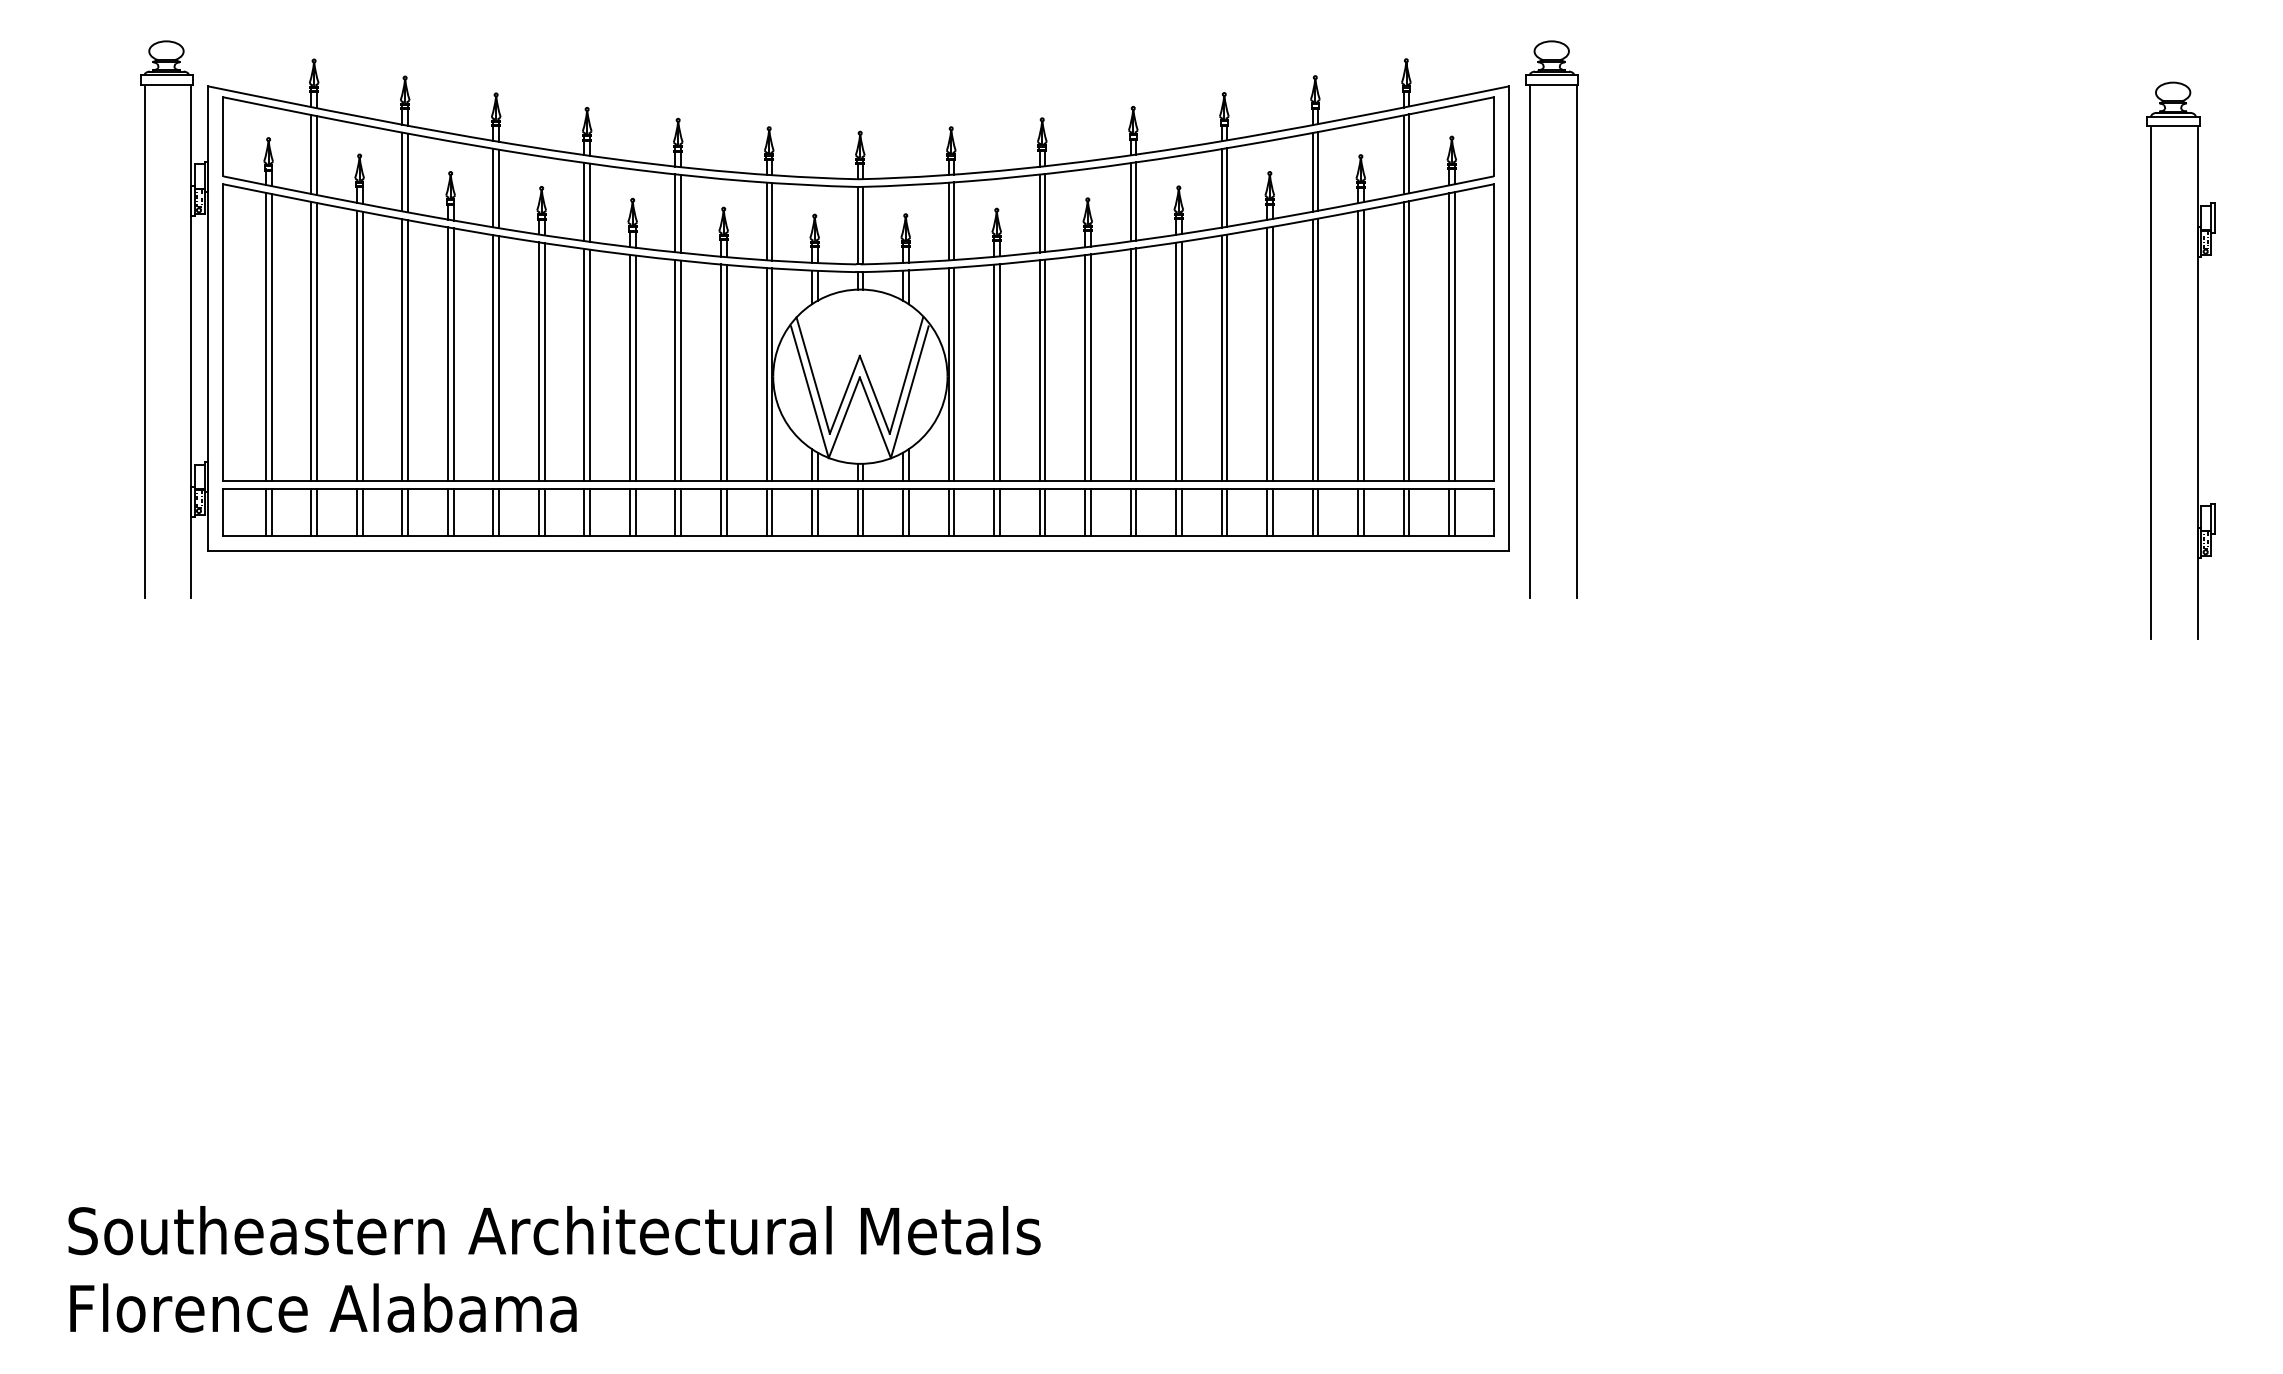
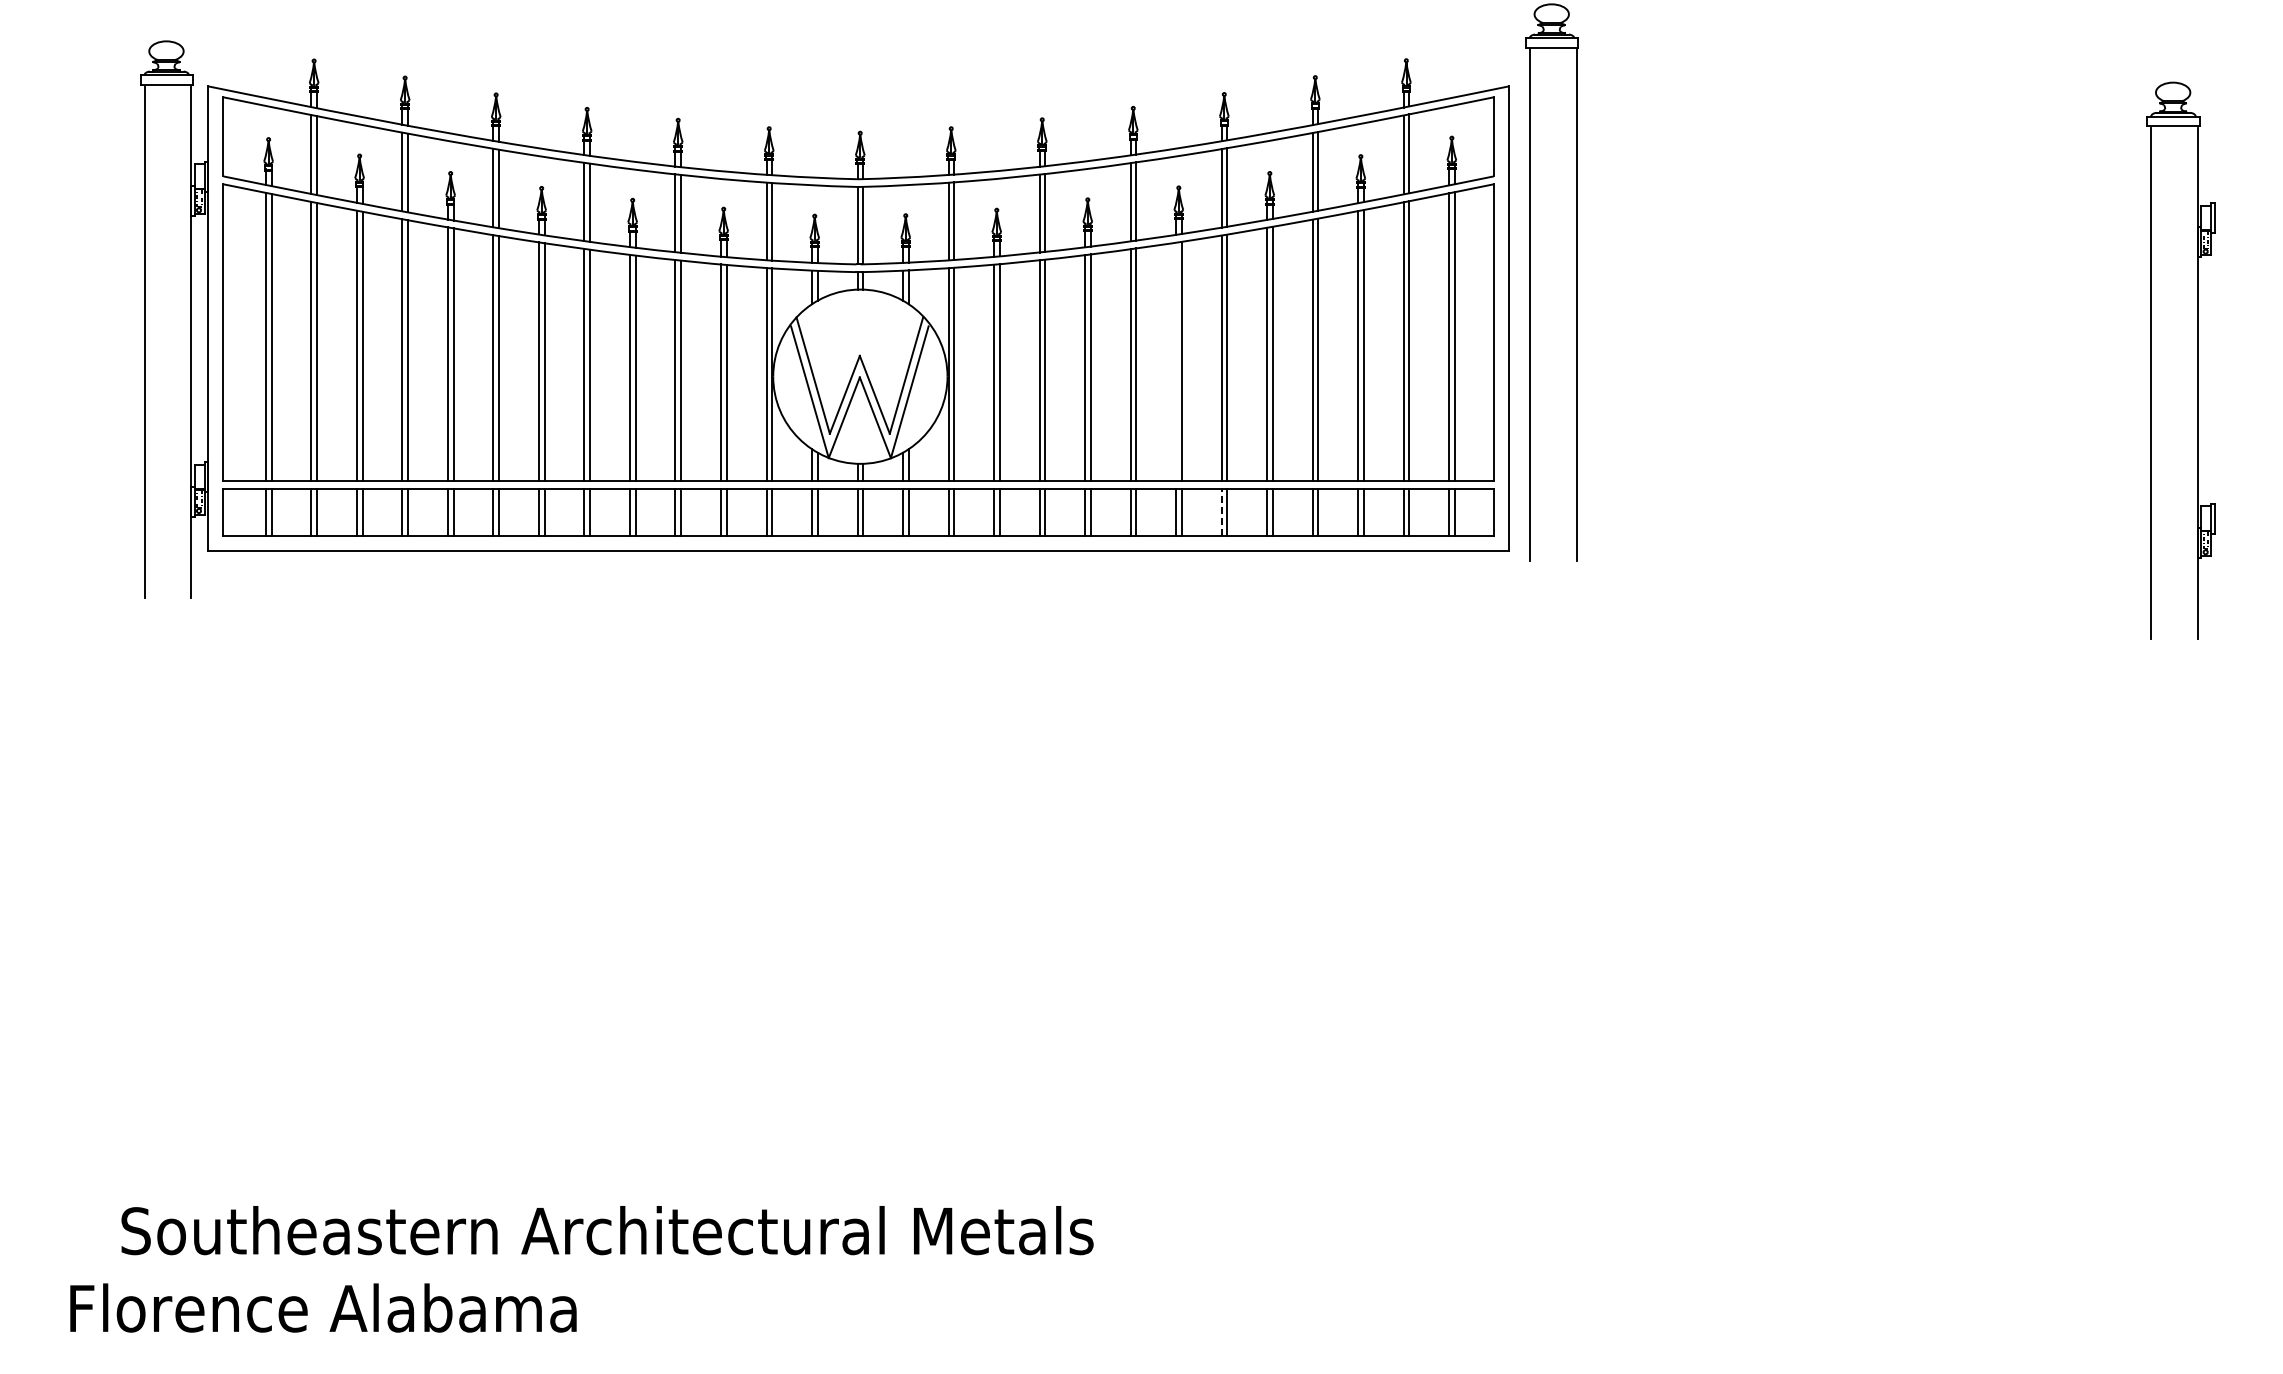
part at (1530, 319) position: (1530, 319) -> (1530, 282)
line at (1176, 361): present -> none
line at (1221, 511): solid -> dashed
text at (554, 1230) position: (554, 1230) -> (607, 1230)
